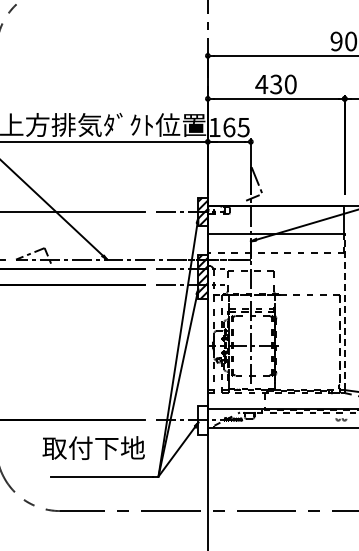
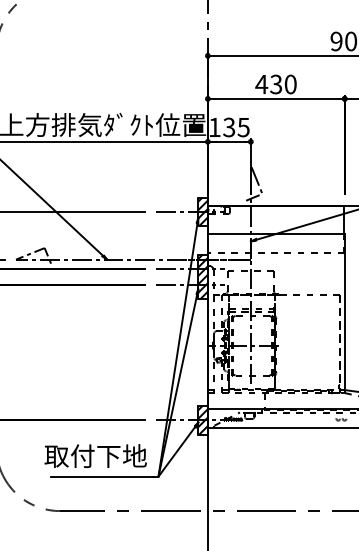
text at (229, 127): 165 -> 135
line at (344, 311): dashed -> solid
hatch at (202, 420): none -> present
text at (93, 447) position: (93, 447) -> (95, 455)
